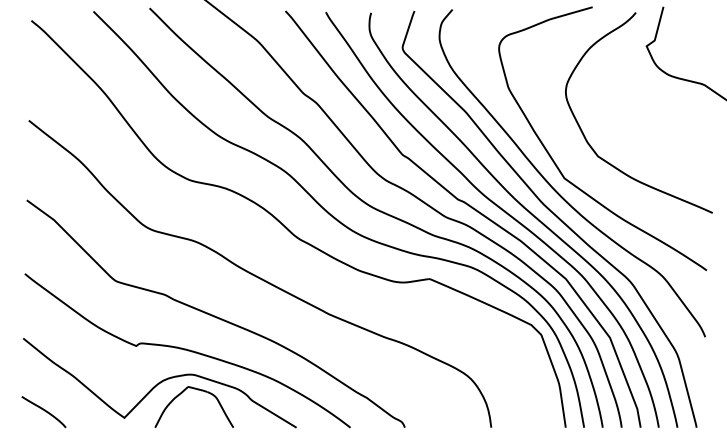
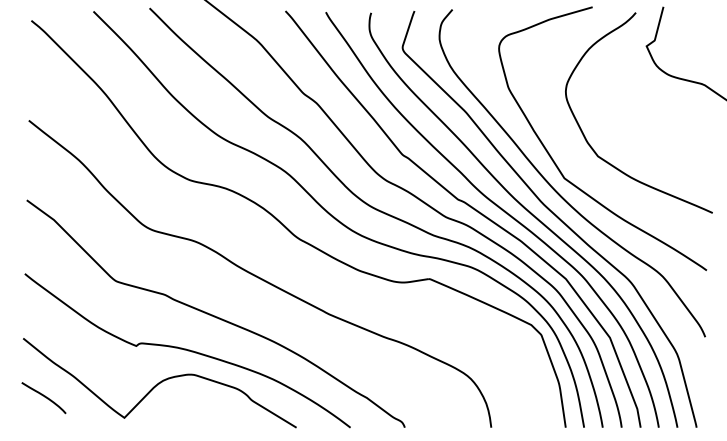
part at (197, 390): present -> none
curve at (44, 411) position: (44, 411) -> (44, 397)
